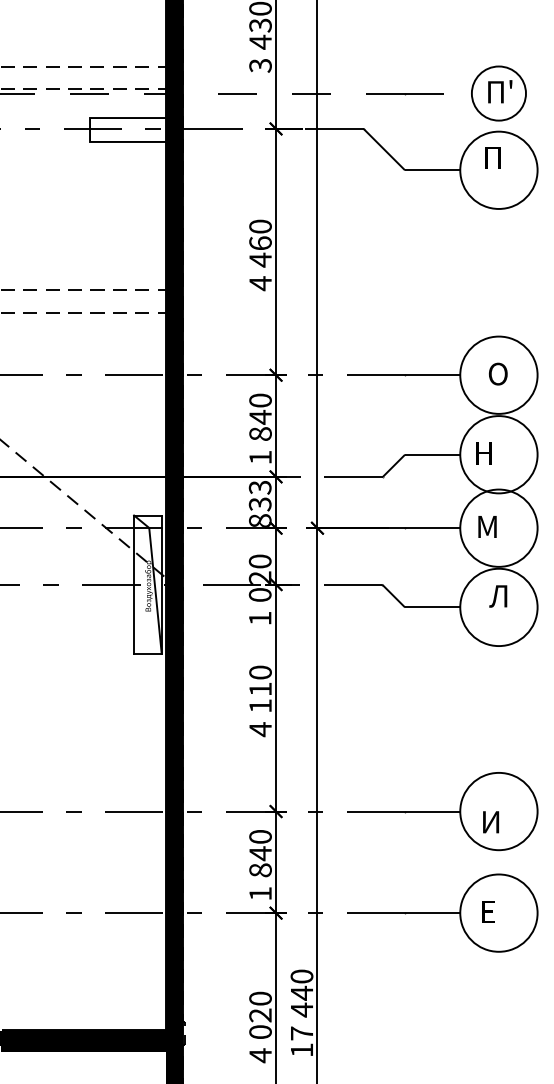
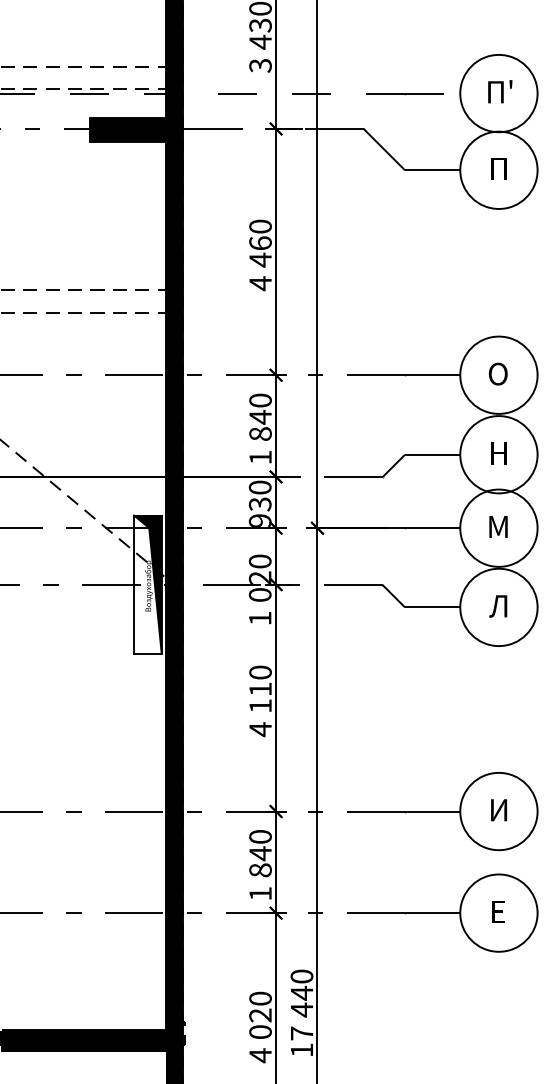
circle at (498, 93) diameter: 54 px -> 77 px
fill at (129, 130): none -> present
text at (492, 157) position: (492, 157) -> (498, 168)
text at (483, 453) position: (483, 453) -> (498, 453)
text at (259, 503): 833 -> 930
text at (487, 526) position: (487, 526) -> (498, 526)
fill at (147, 584): none -> present
text at (498, 596) position: (498, 596) -> (498, 606)
text at (490, 822) position: (490, 822) -> (498, 810)
text at (488, 911) position: (488, 911) -> (498, 911)
